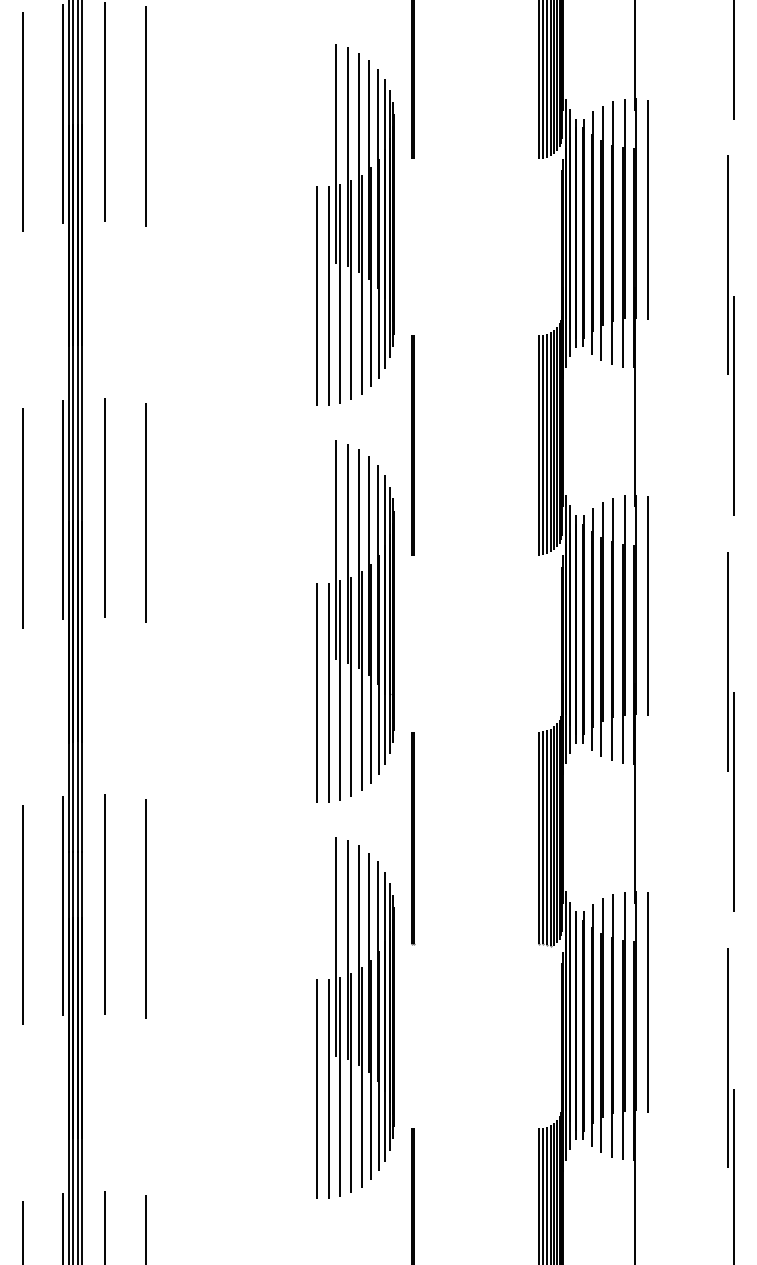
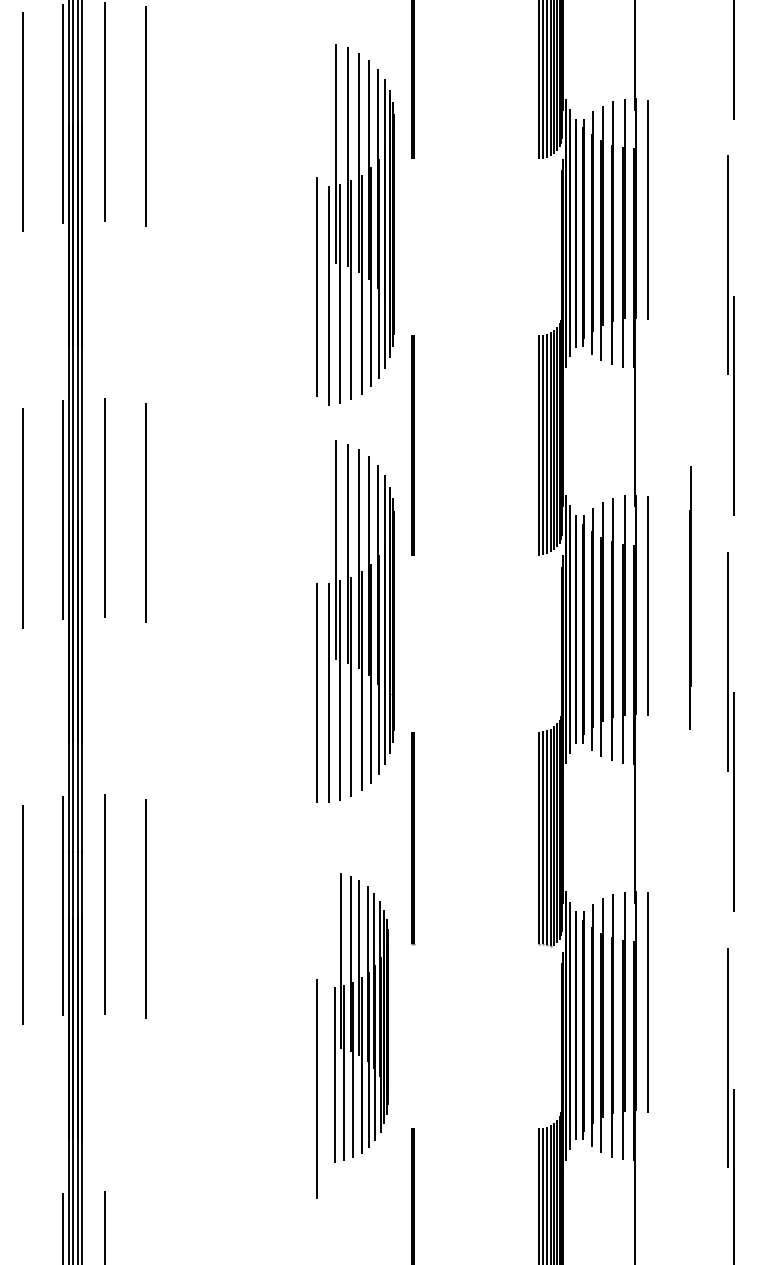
line at (316, 295) position: (316, 295) -> (316, 286)
line at (690, 597): none -> present
part at (361, 1017) size: 67x362 px -> 55x290 px
line at (145, 1228): present -> none
line at (22, 1231): present -> none
